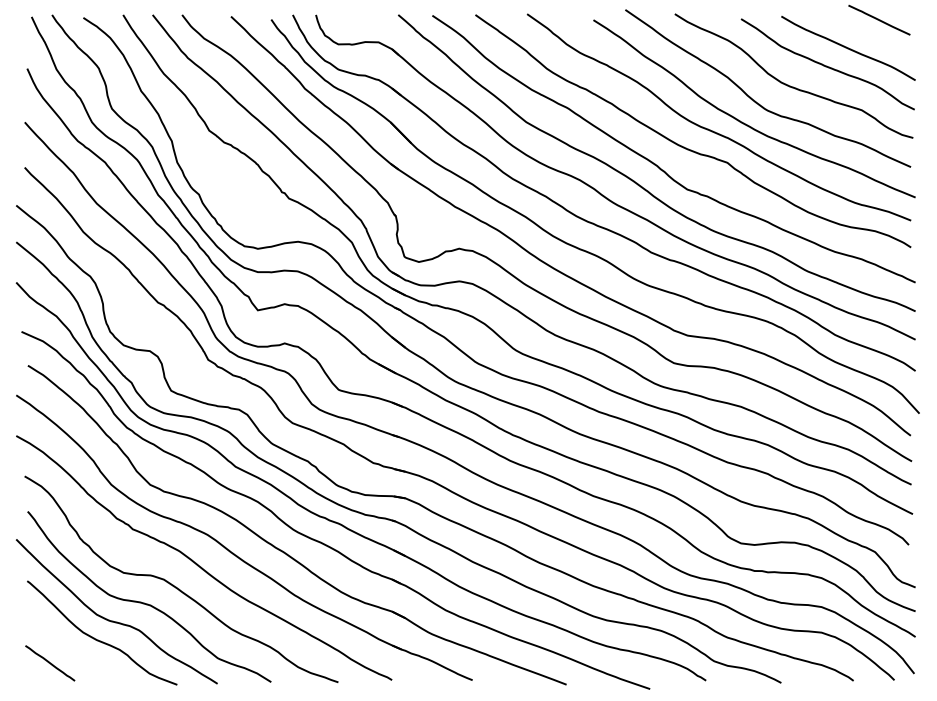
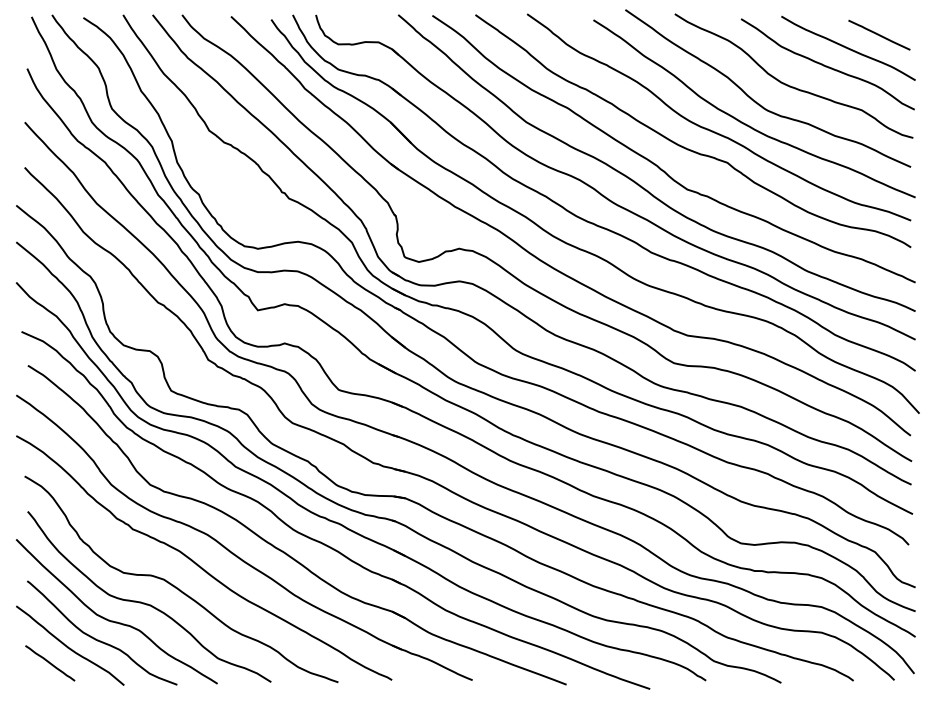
line at (879, 19) position: (879, 19) -> (879, 34)
curve at (68, 646): none -> present
